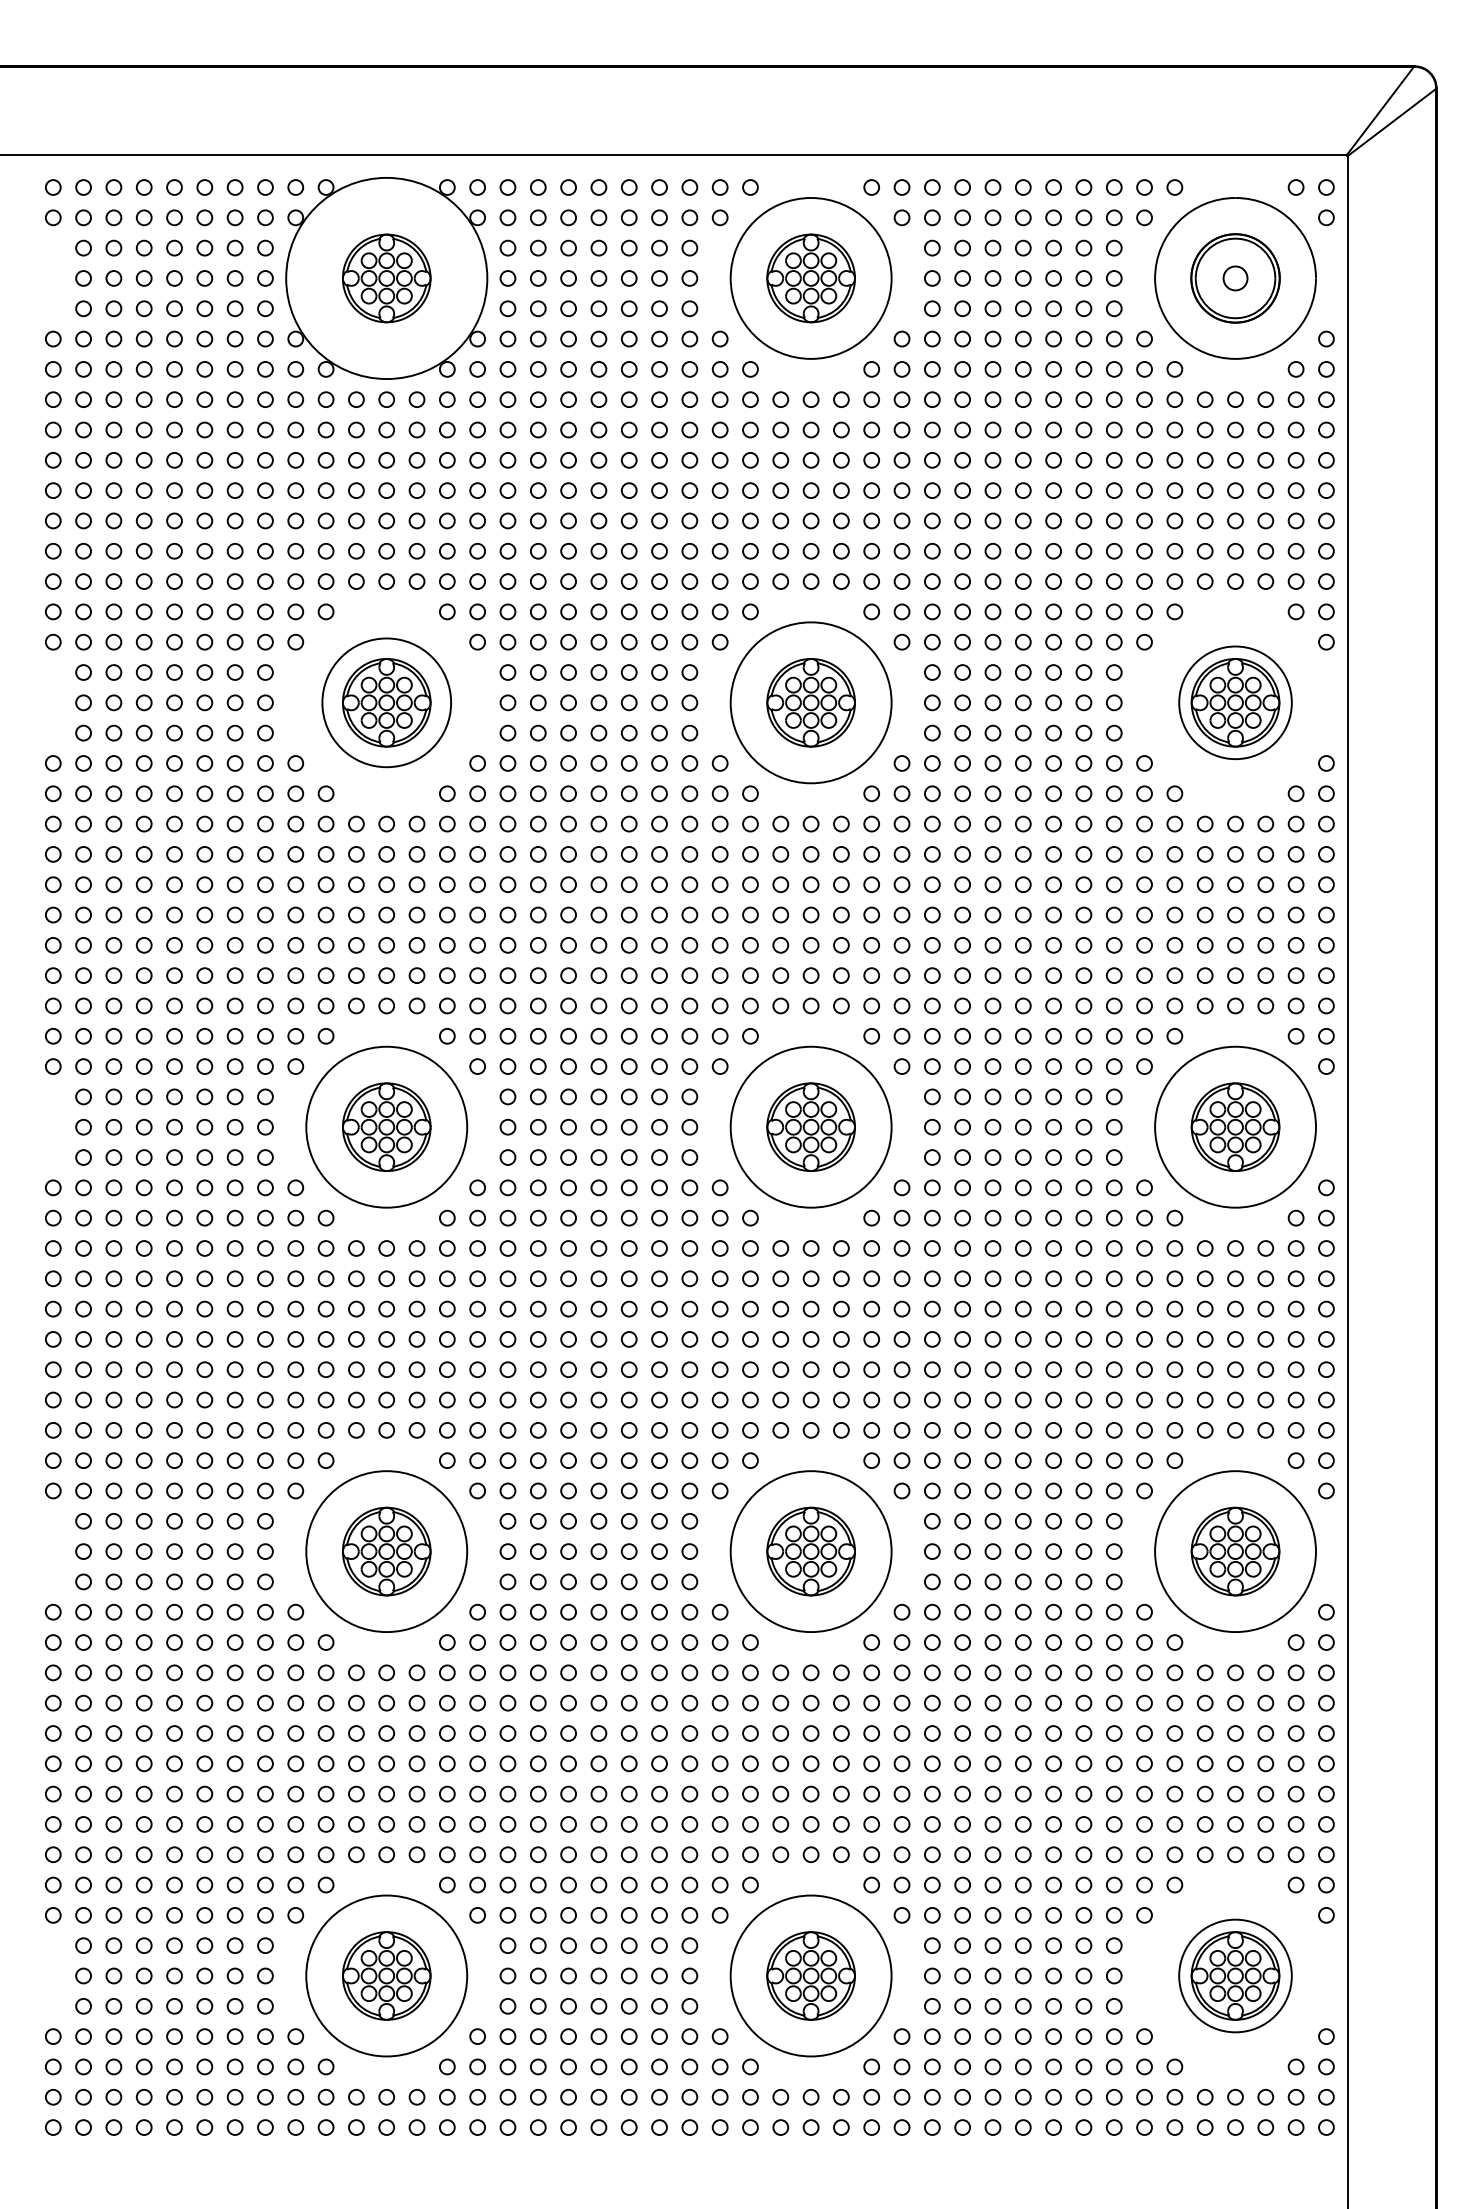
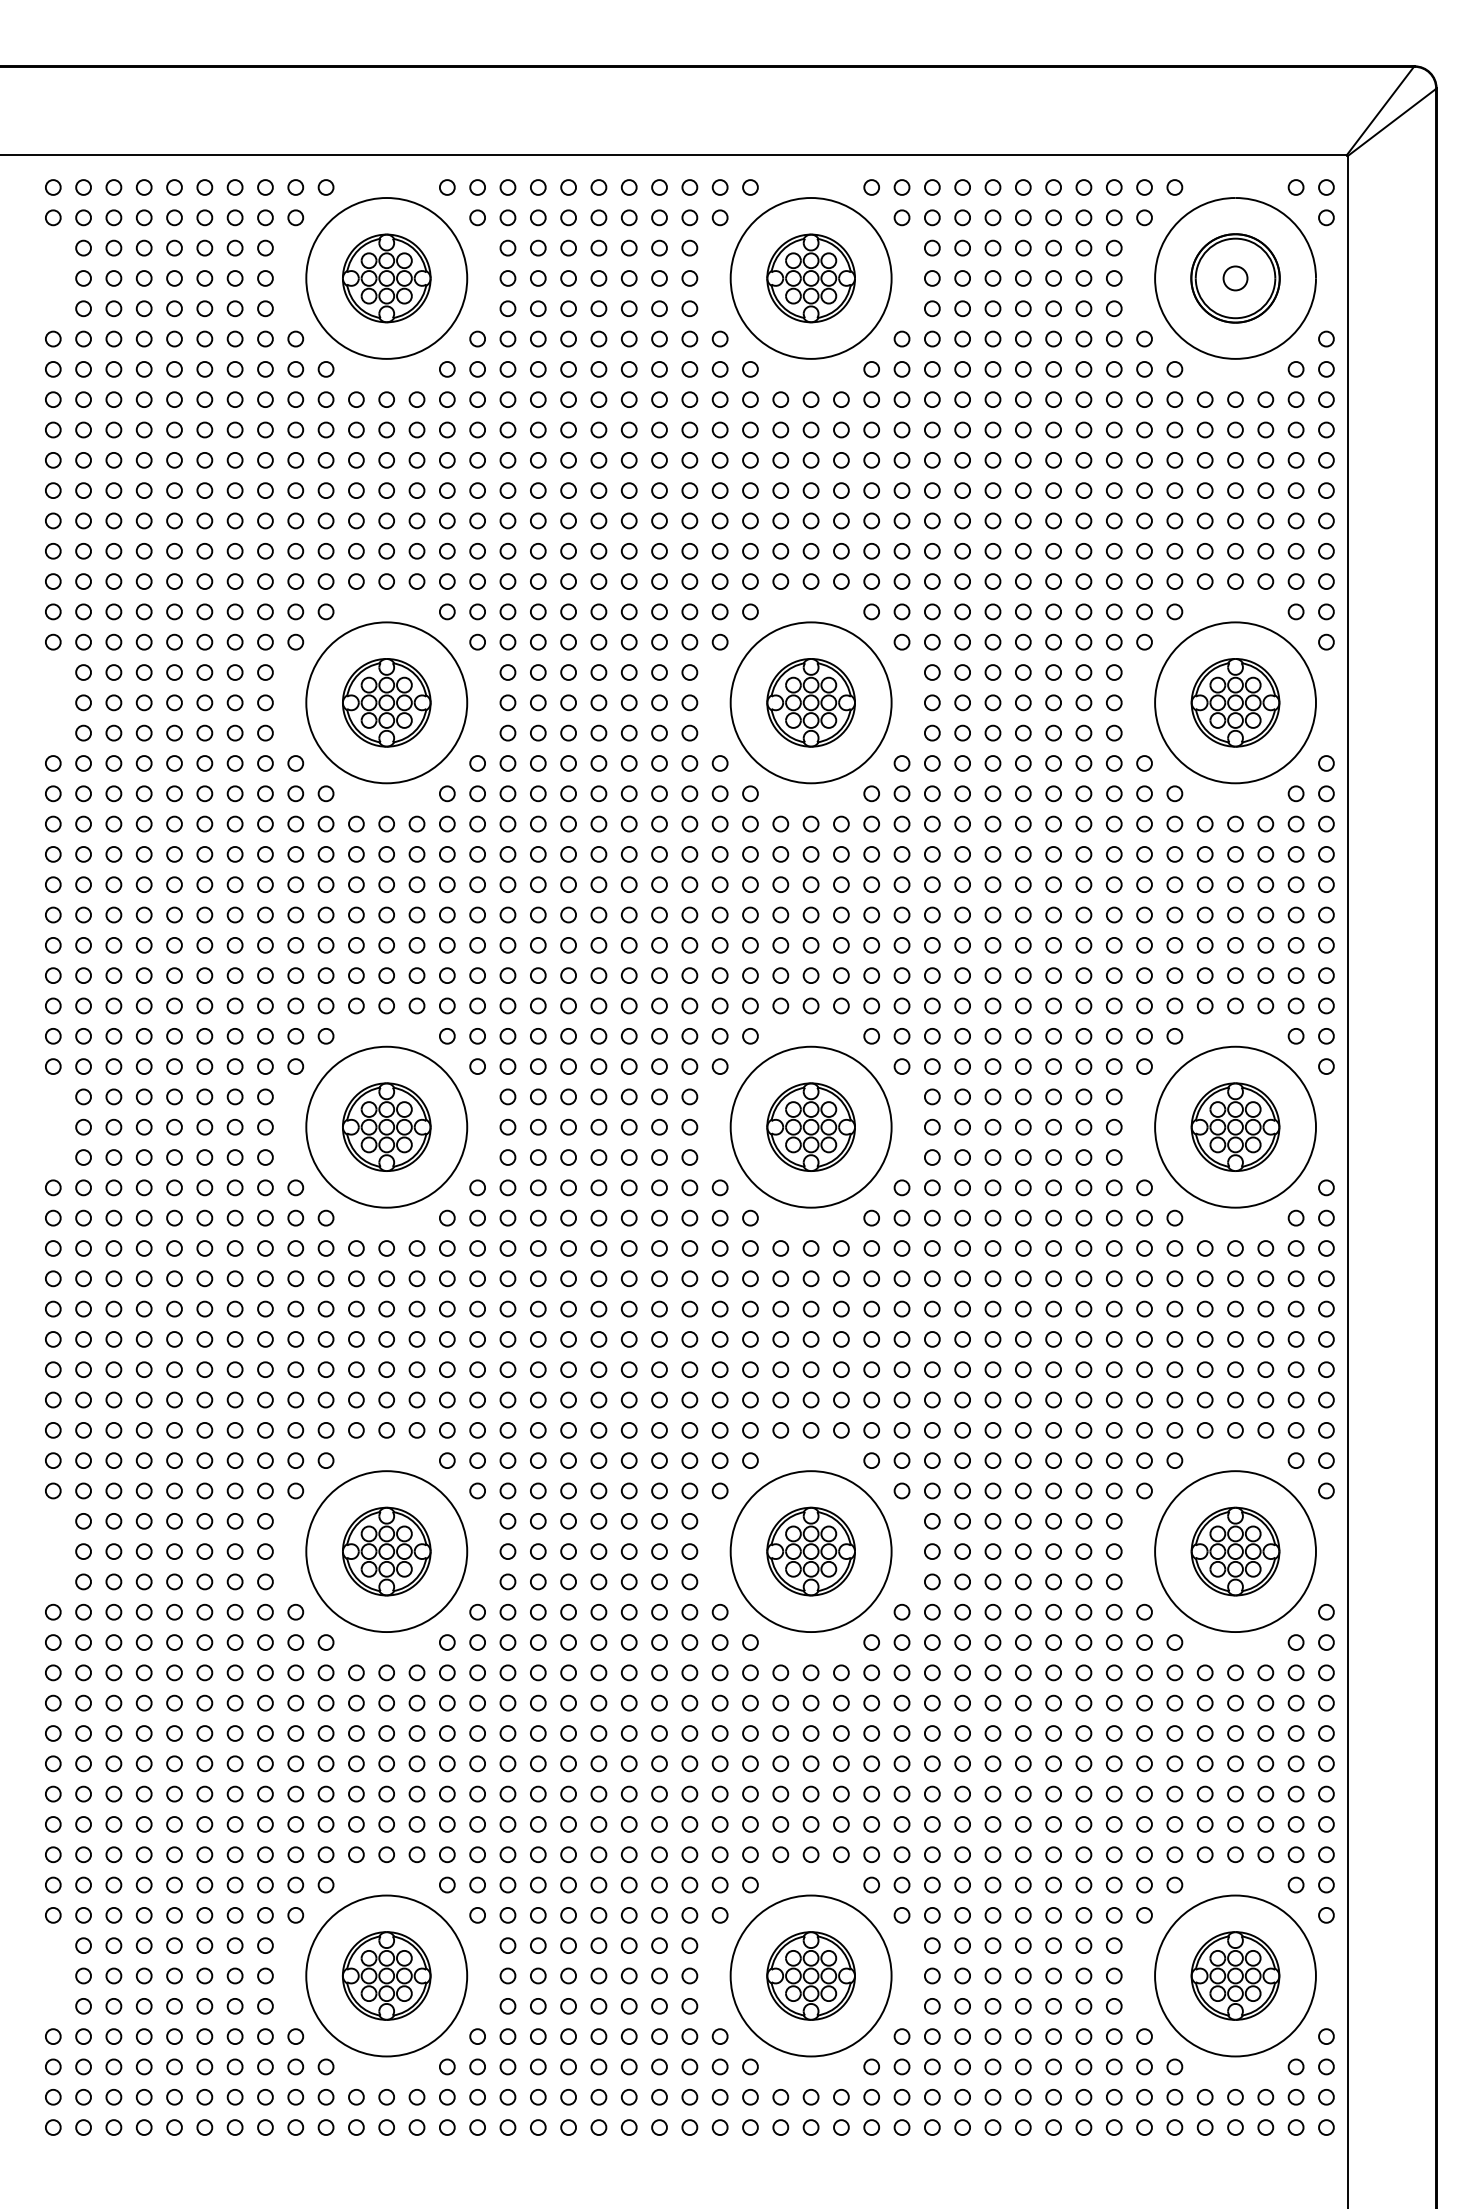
circle at (386, 278) diameter: 201 px -> 161 px
circle at (386, 702) diameter: 129 px -> 161 px
circle at (1235, 702) diameter: 113 px -> 161 px
circle at (1235, 1975) diameter: 113 px -> 161 px
